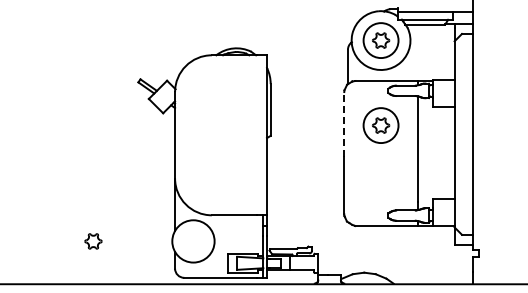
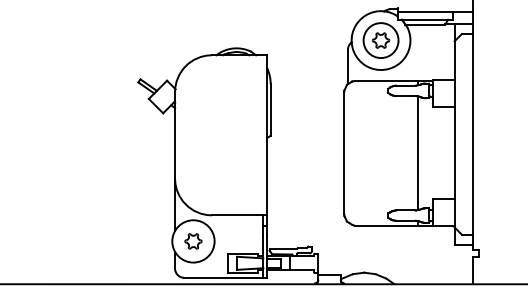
line at (344, 124): dashed -> solid
part at (380, 125): present -> none
part at (93, 241) position: (93, 241) -> (193, 241)
